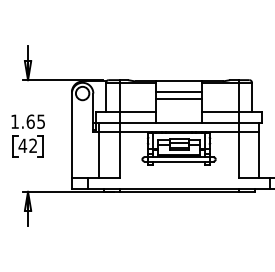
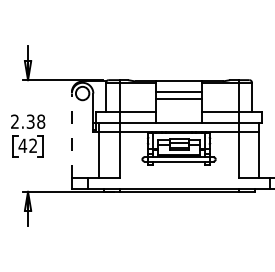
text at (28, 121): 1.65 -> 2.38
line at (71, 135): solid -> dashed
